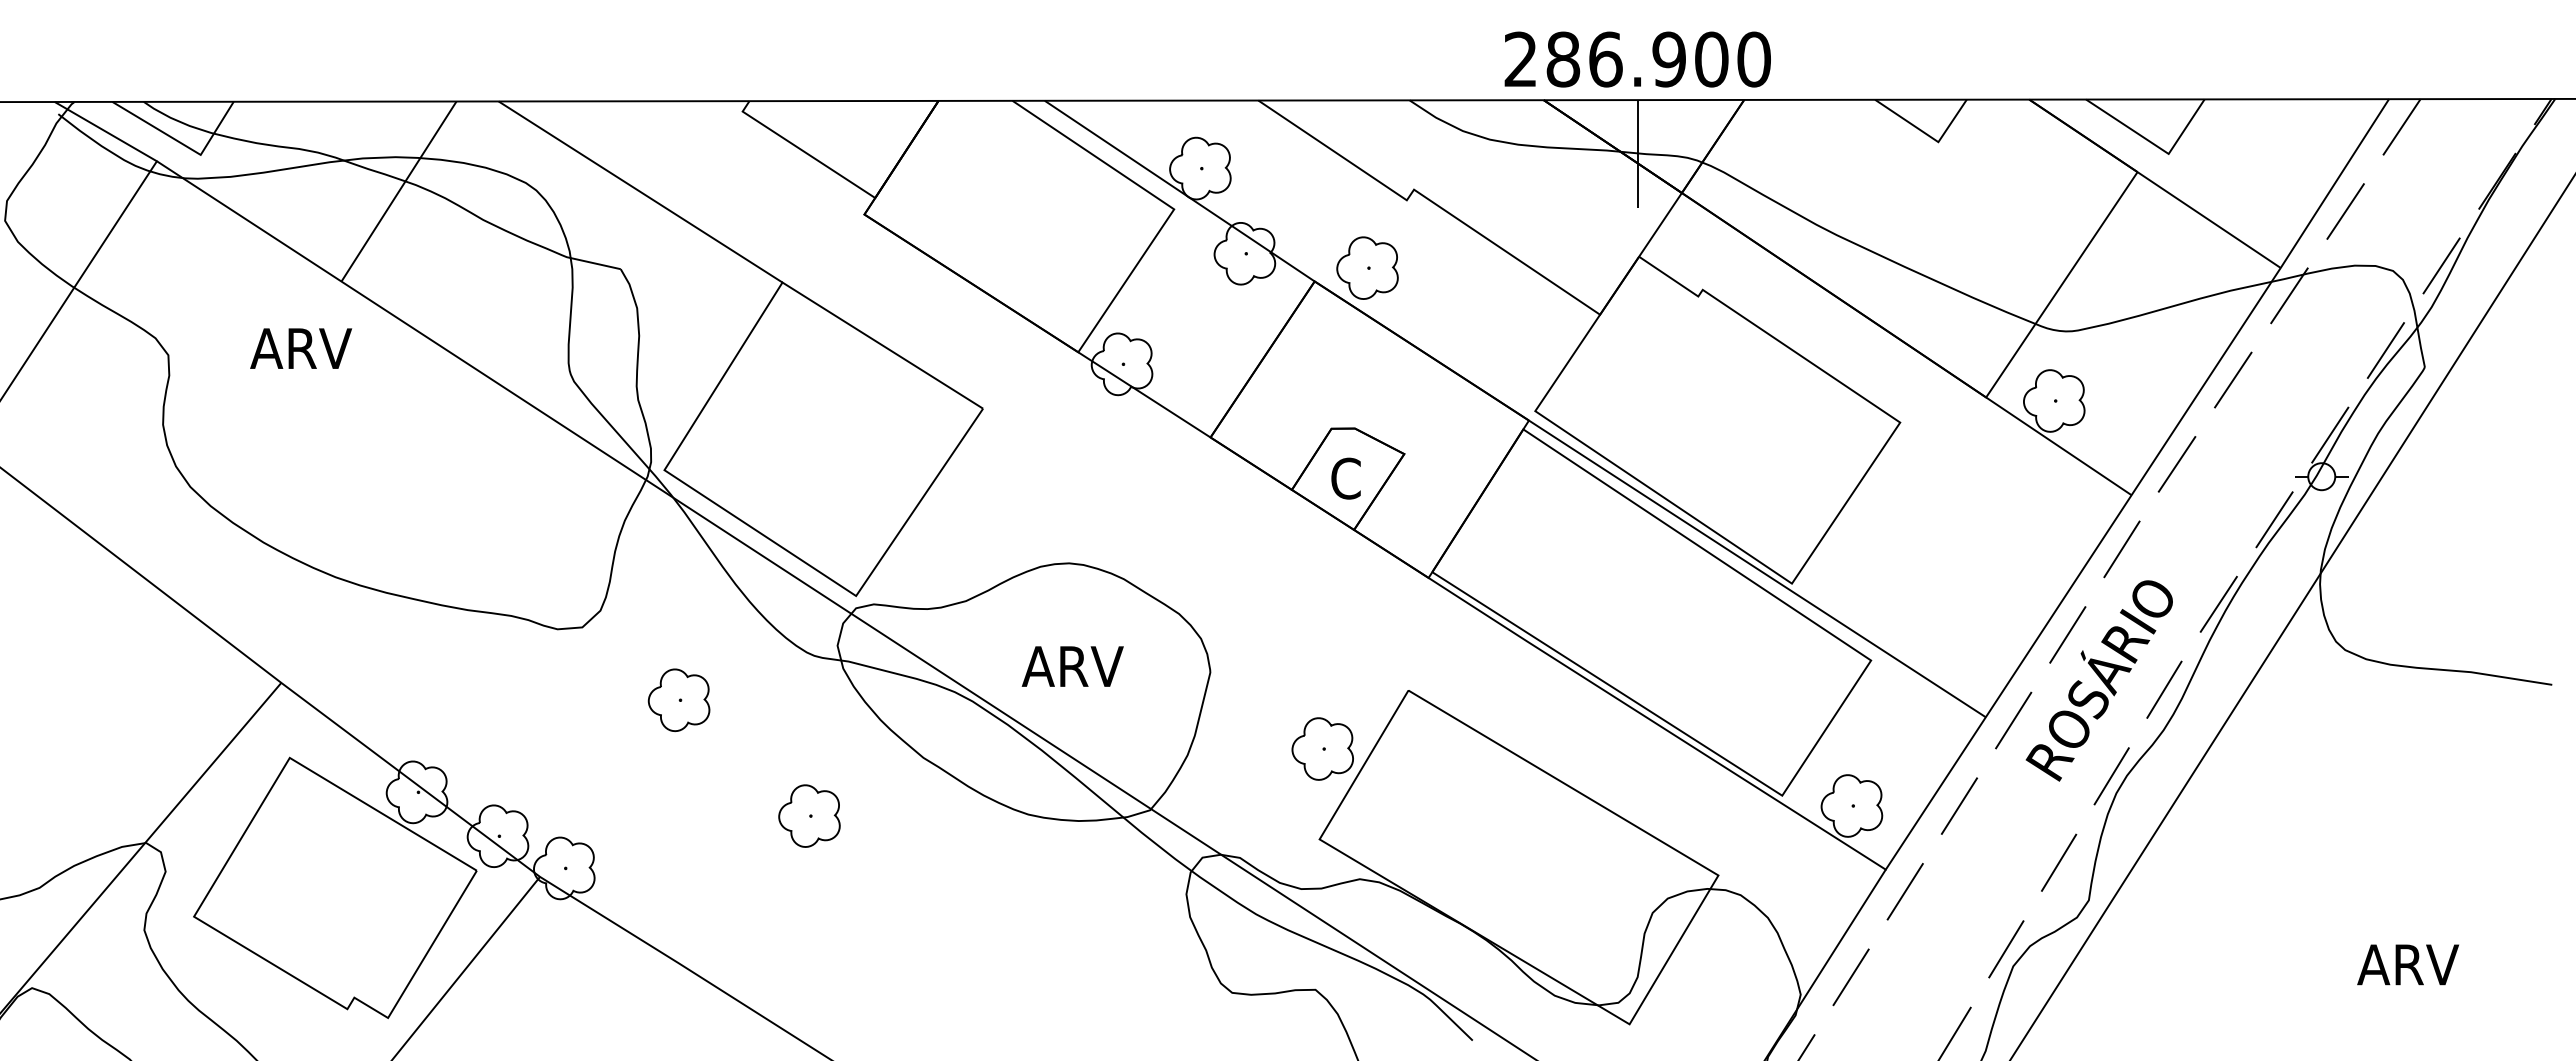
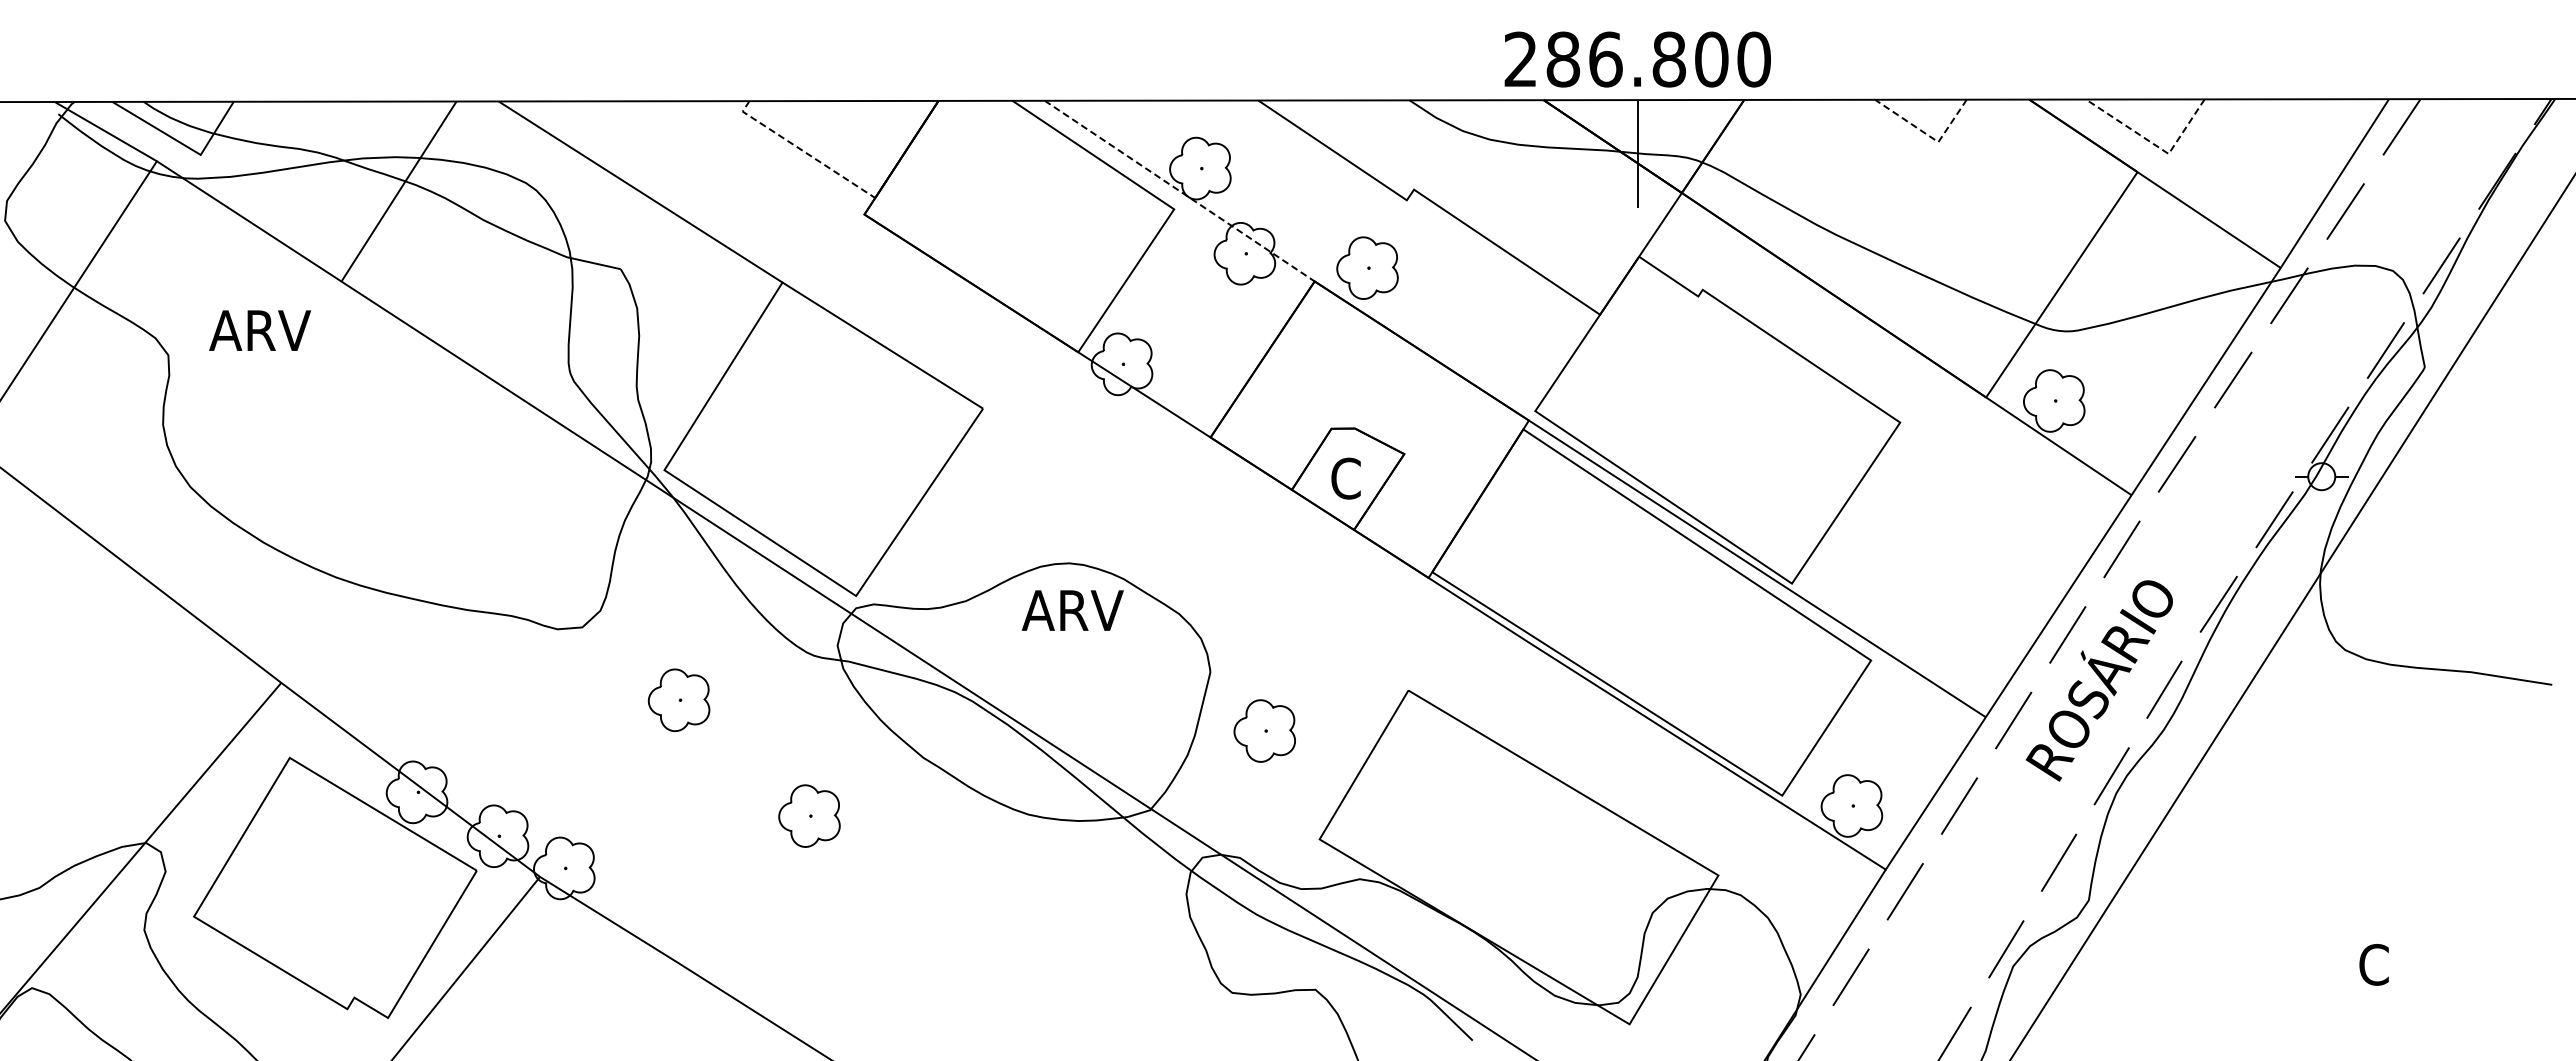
text at (1669, 59): 286.900 -> 286.800
line at (1928, 135): solid -> dashed
line at (2155, 145): solid -> dashed
line at (803, 151): solid -> dashed
line at (1180, 191): solid -> dashed
text at (301, 348) position: (301, 348) -> (260, 330)
text at (1072, 666) position: (1072, 666) -> (1072, 610)
part at (1322, 748) position: (1322, 748) -> (1264, 730)
text at (2408, 964): ARV -> C
